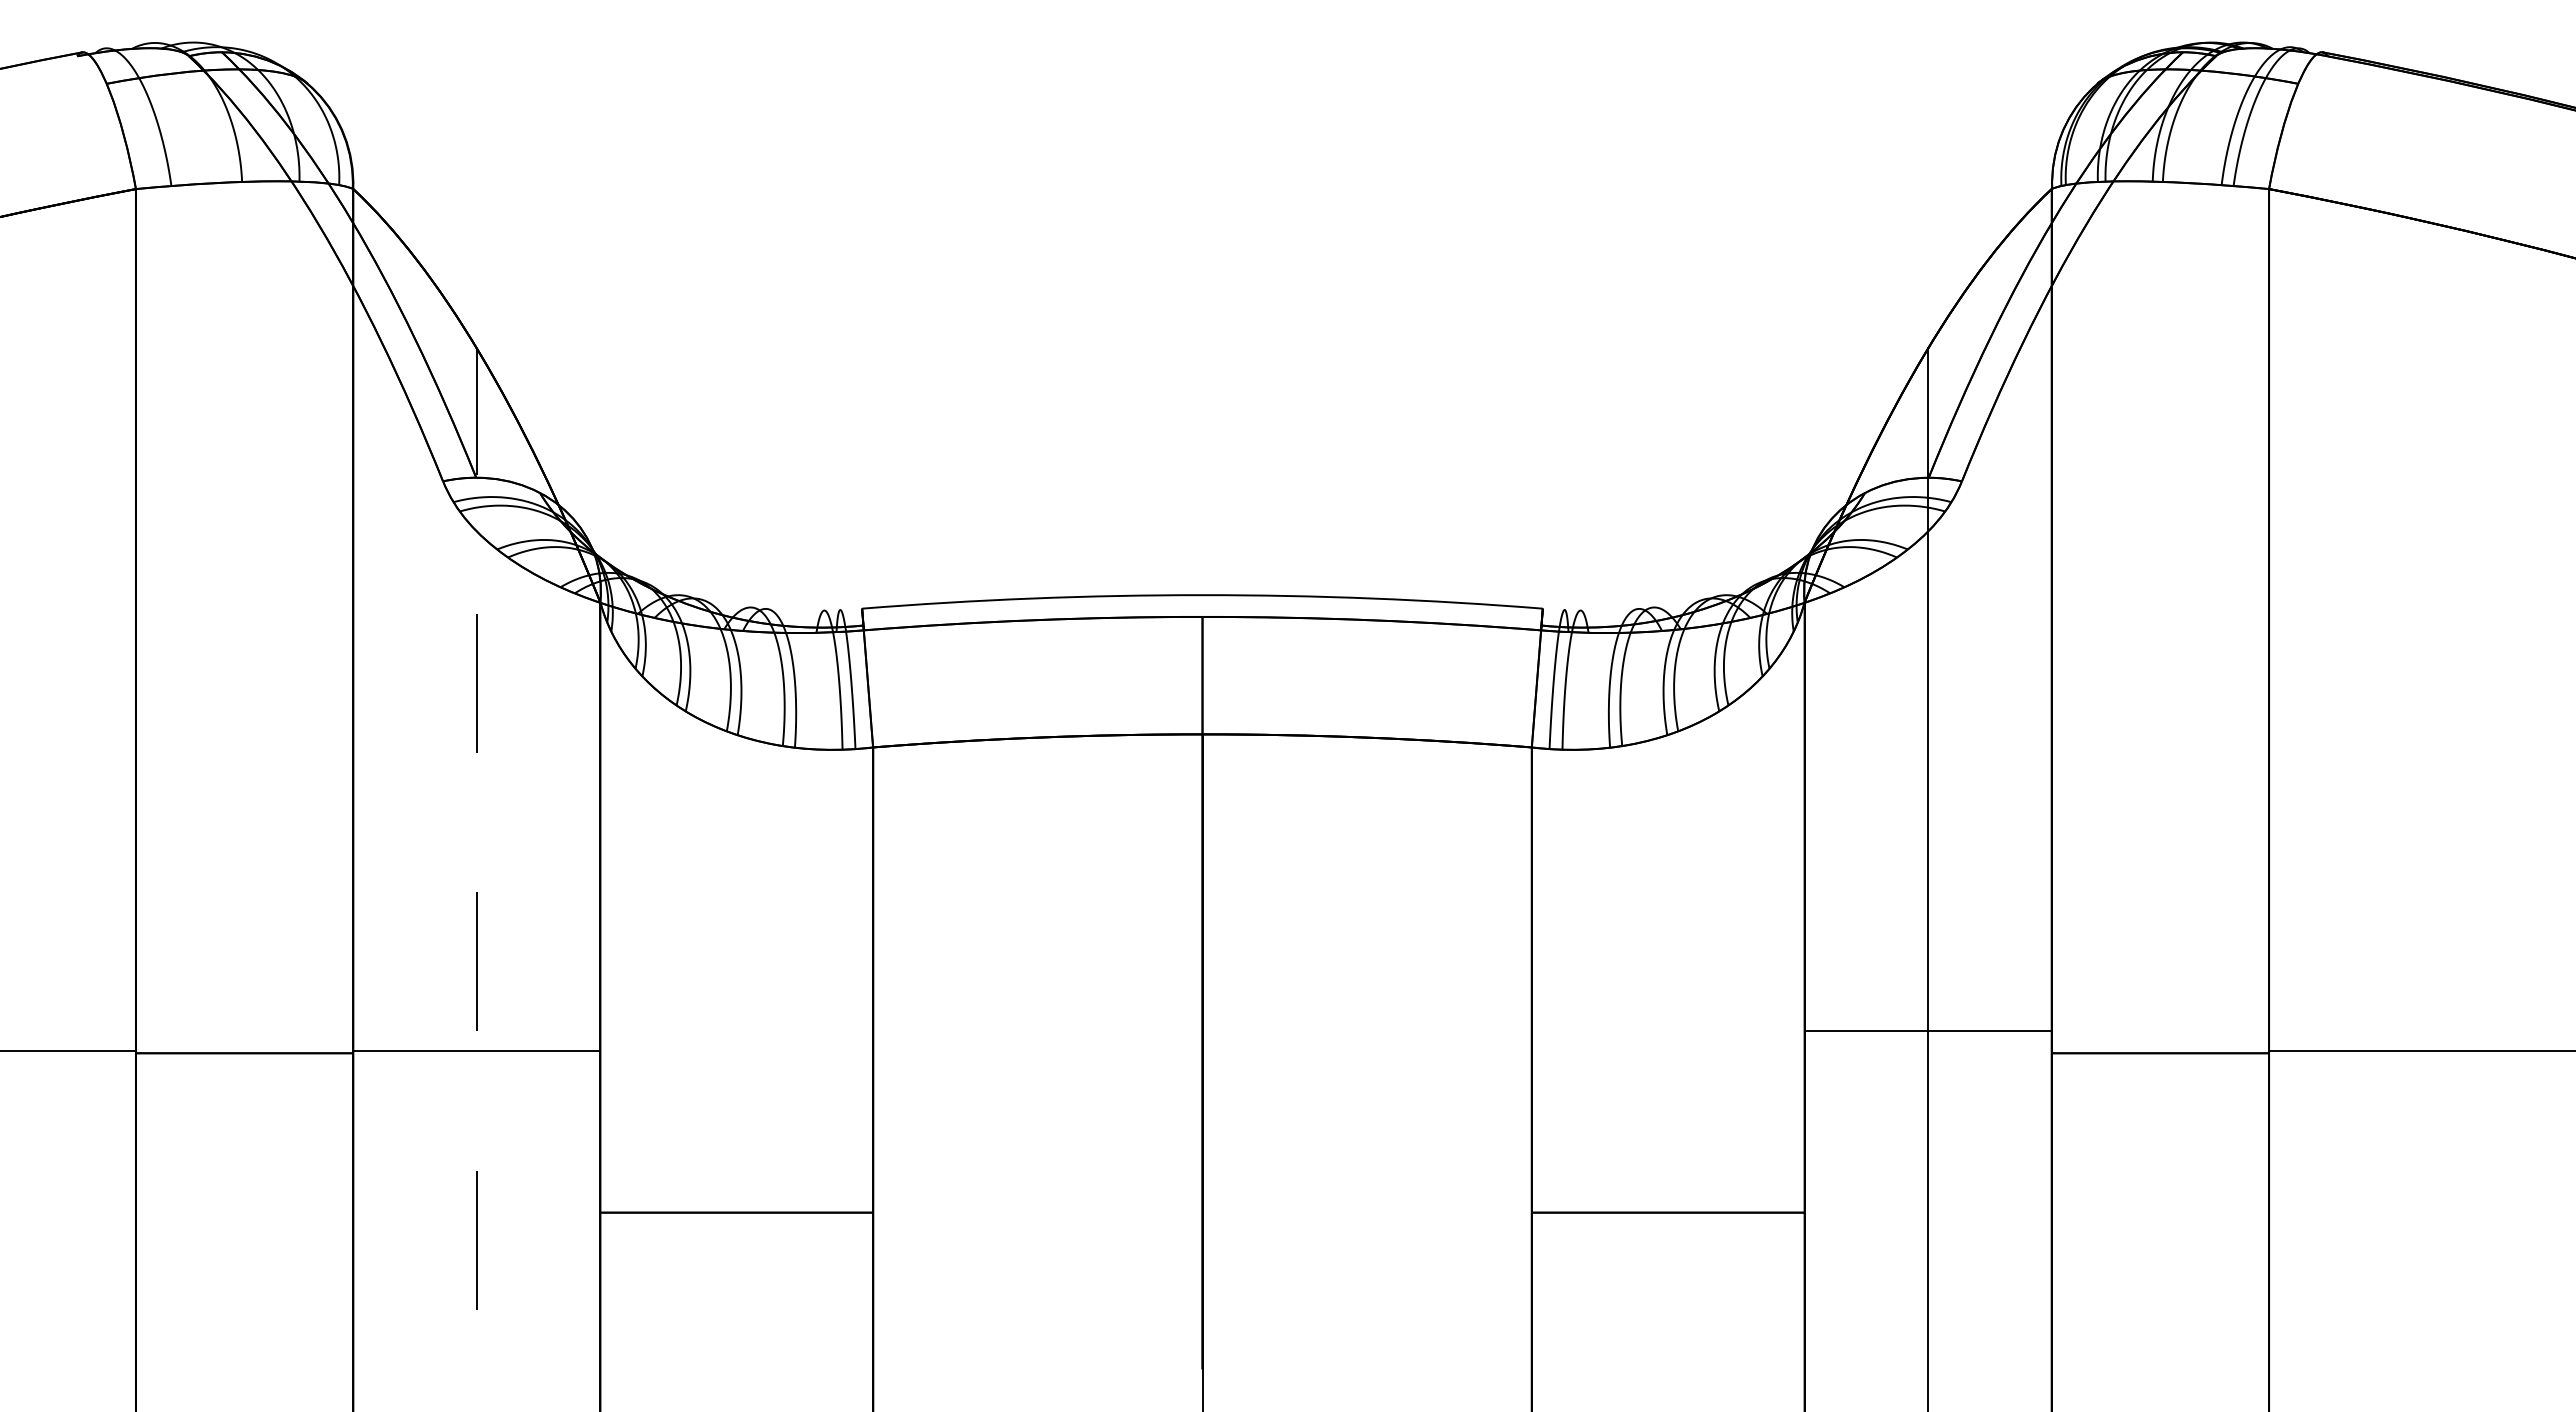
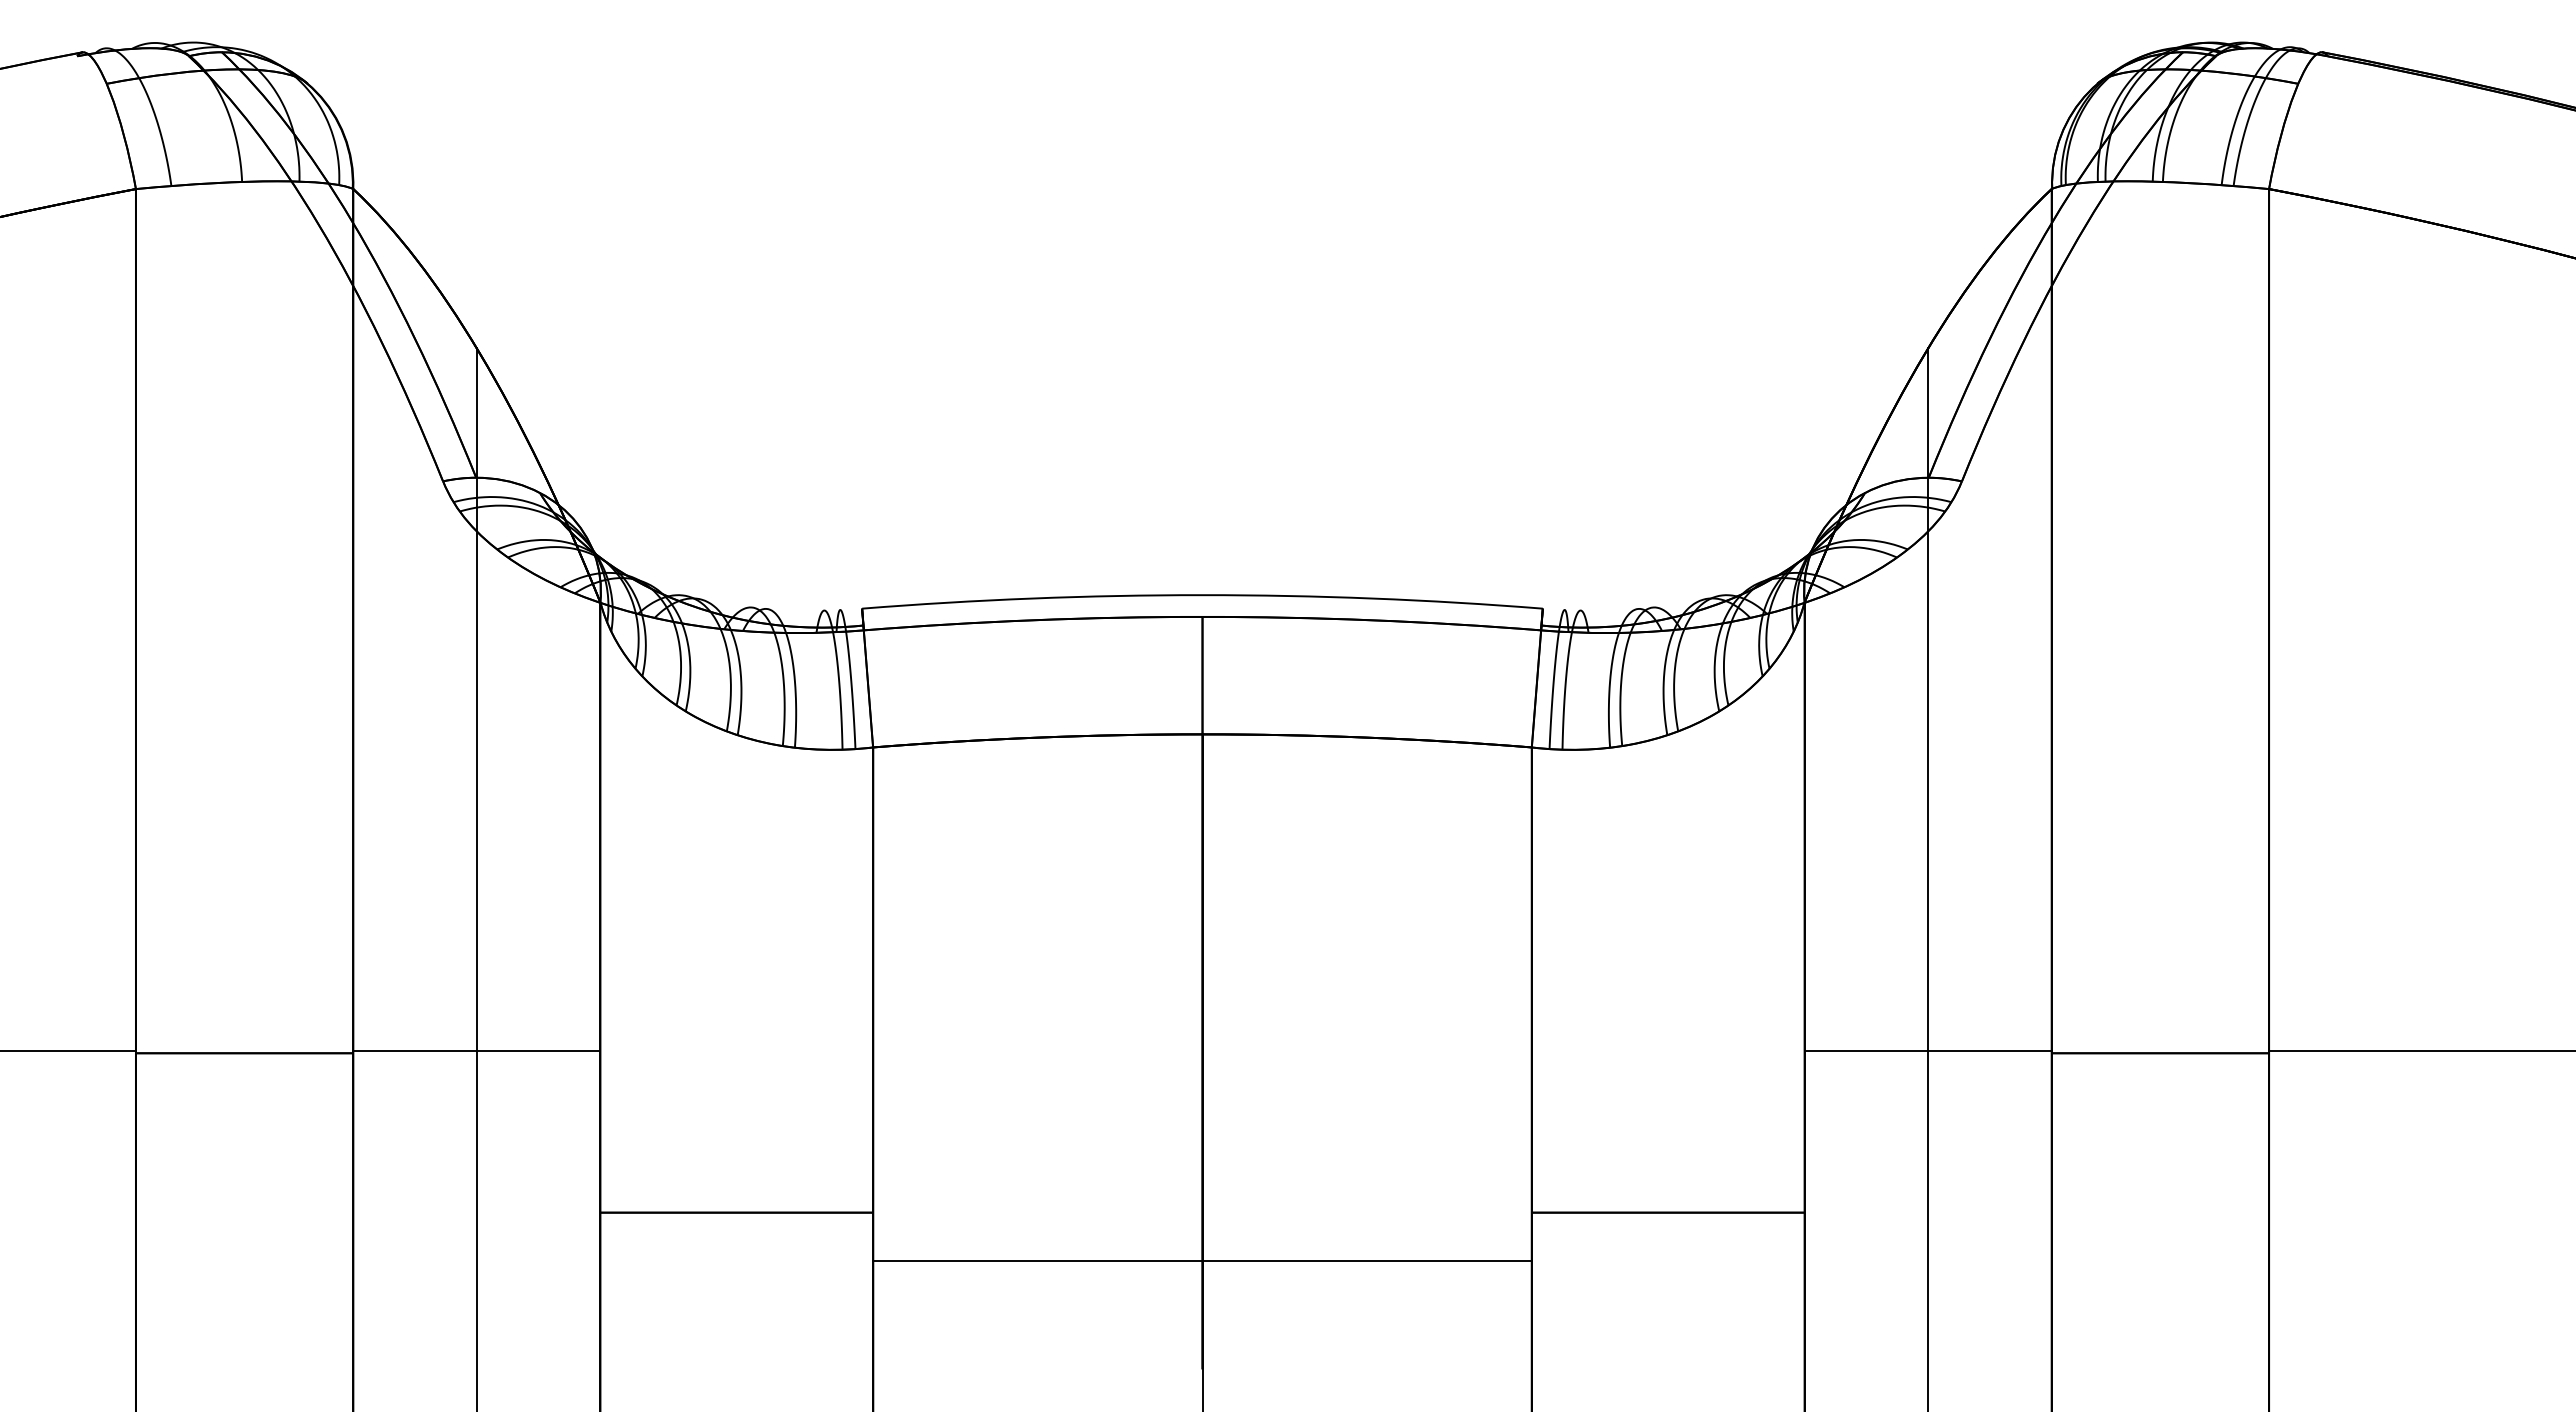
line at (476, 880): dashed -> solid
line at (1927, 1030) position: (1927, 1030) -> (1927, 1050)
line at (1202, 1260): none -> present
